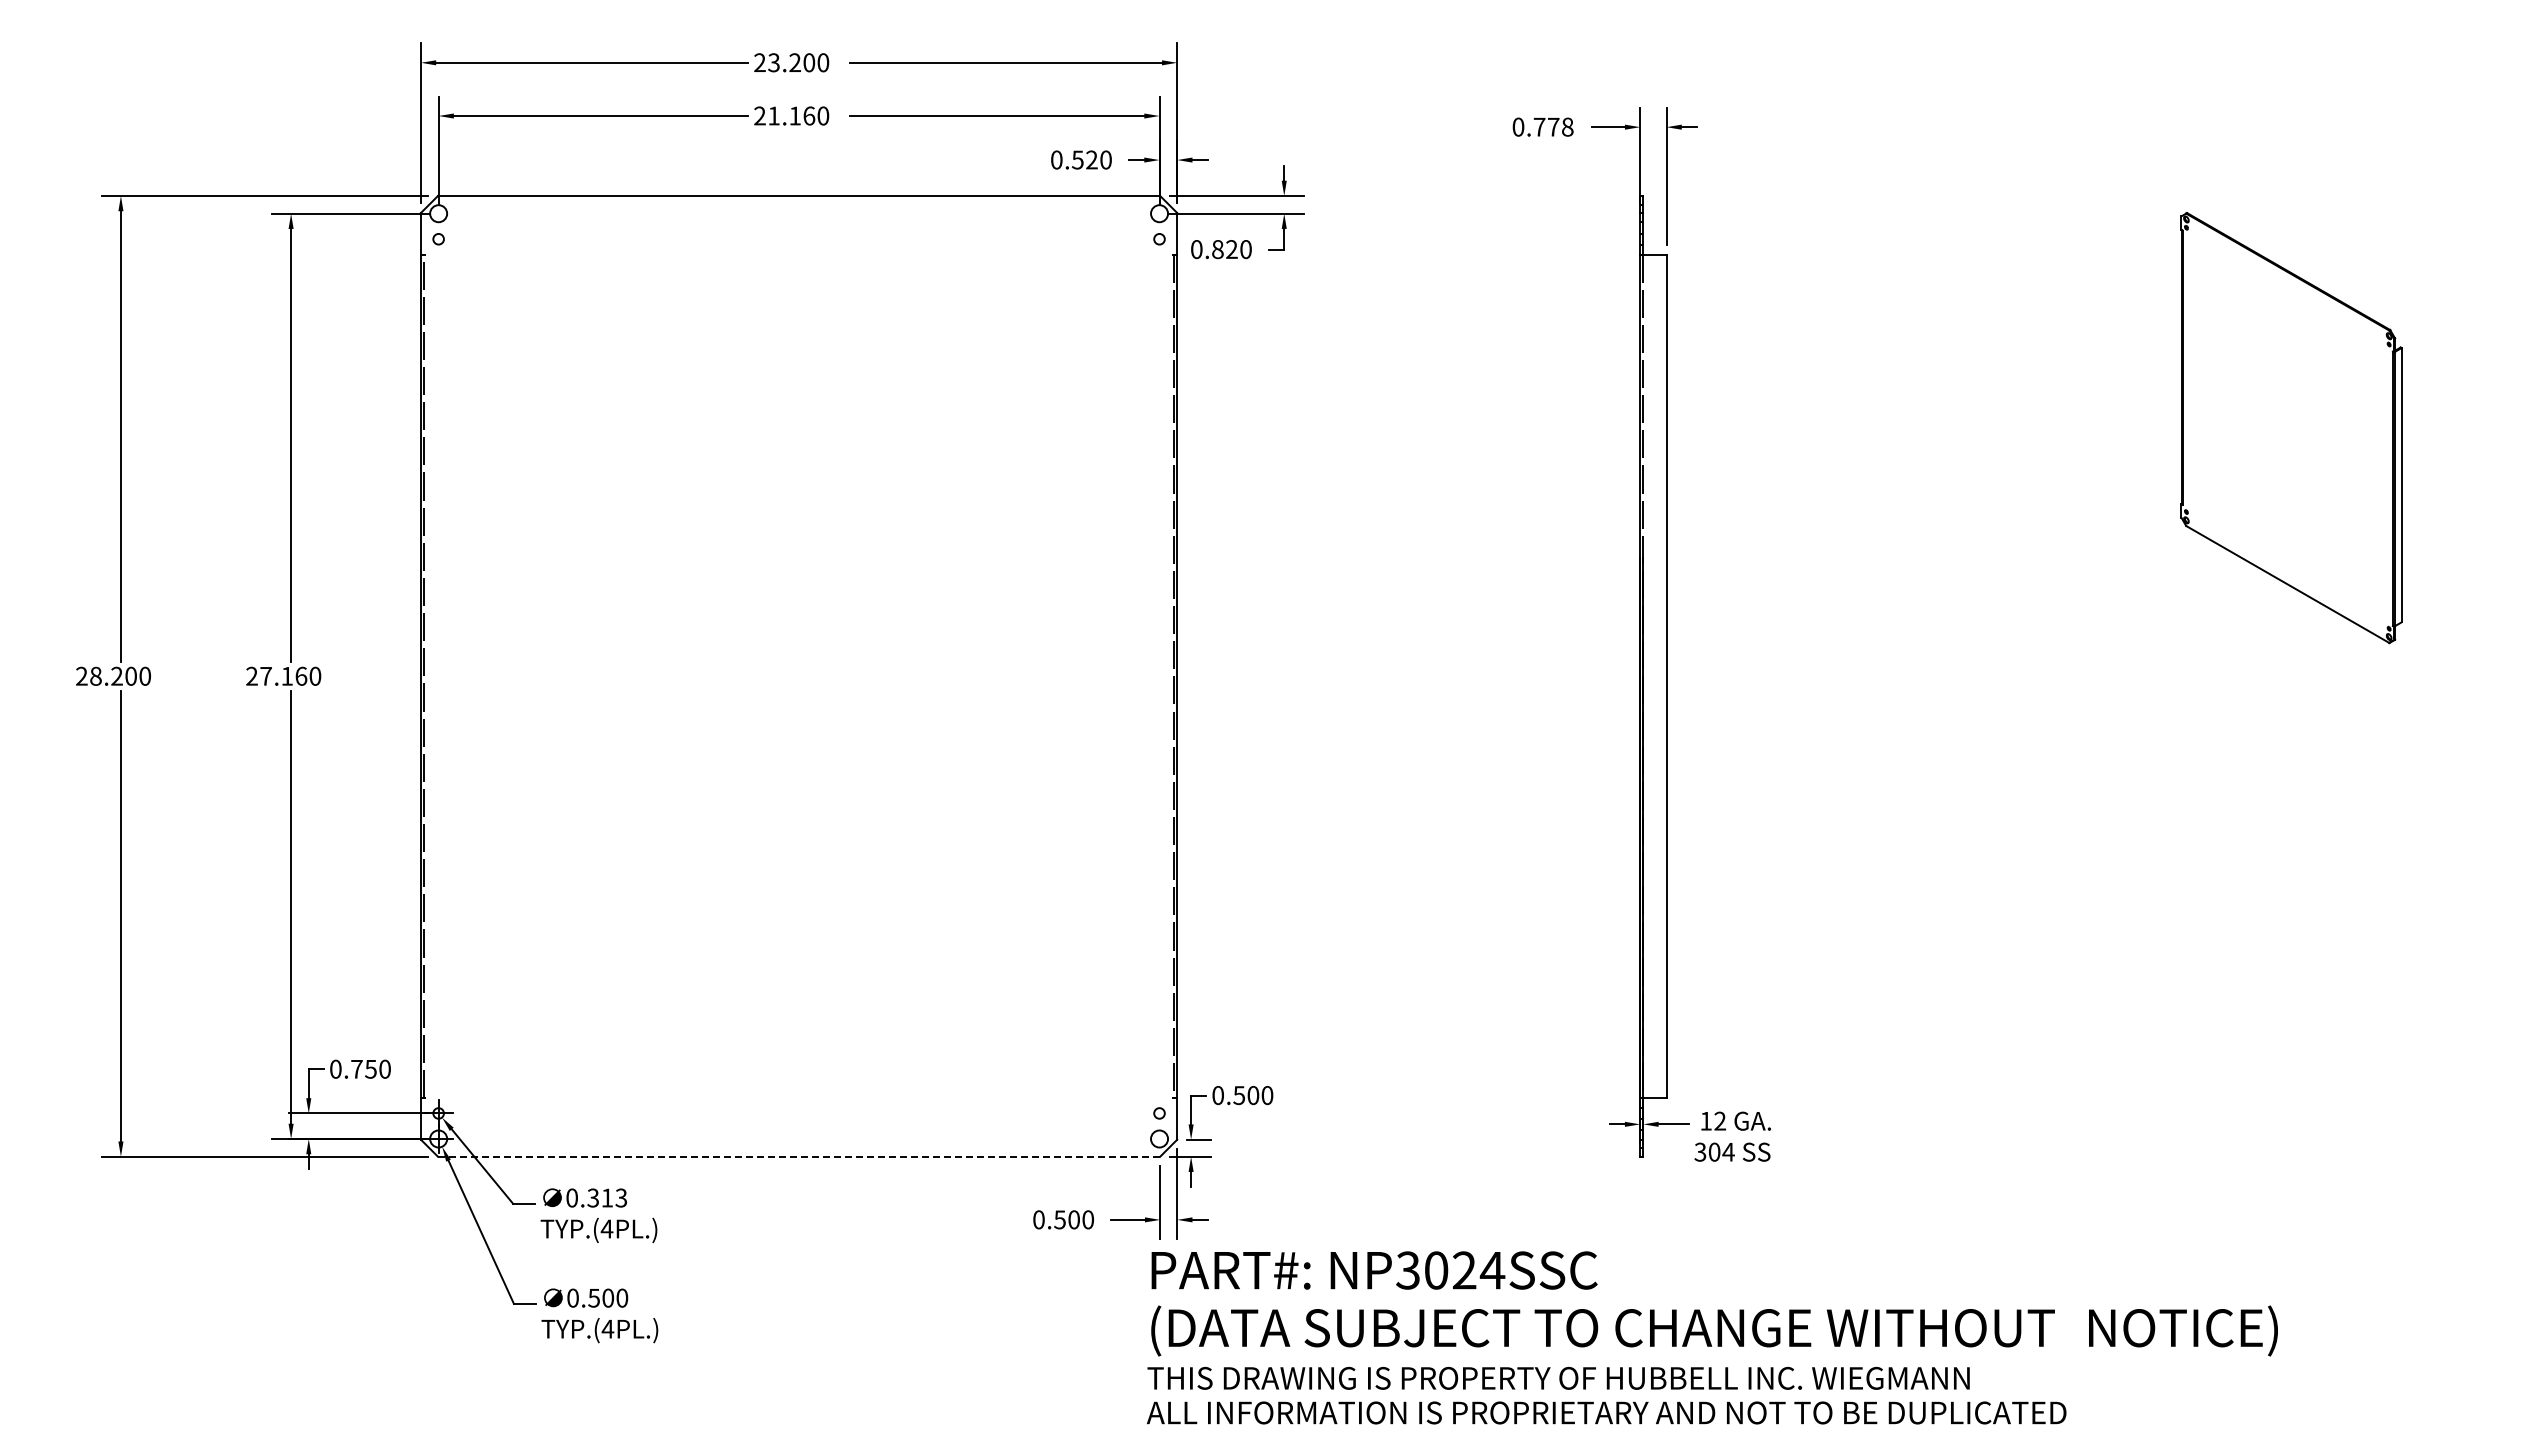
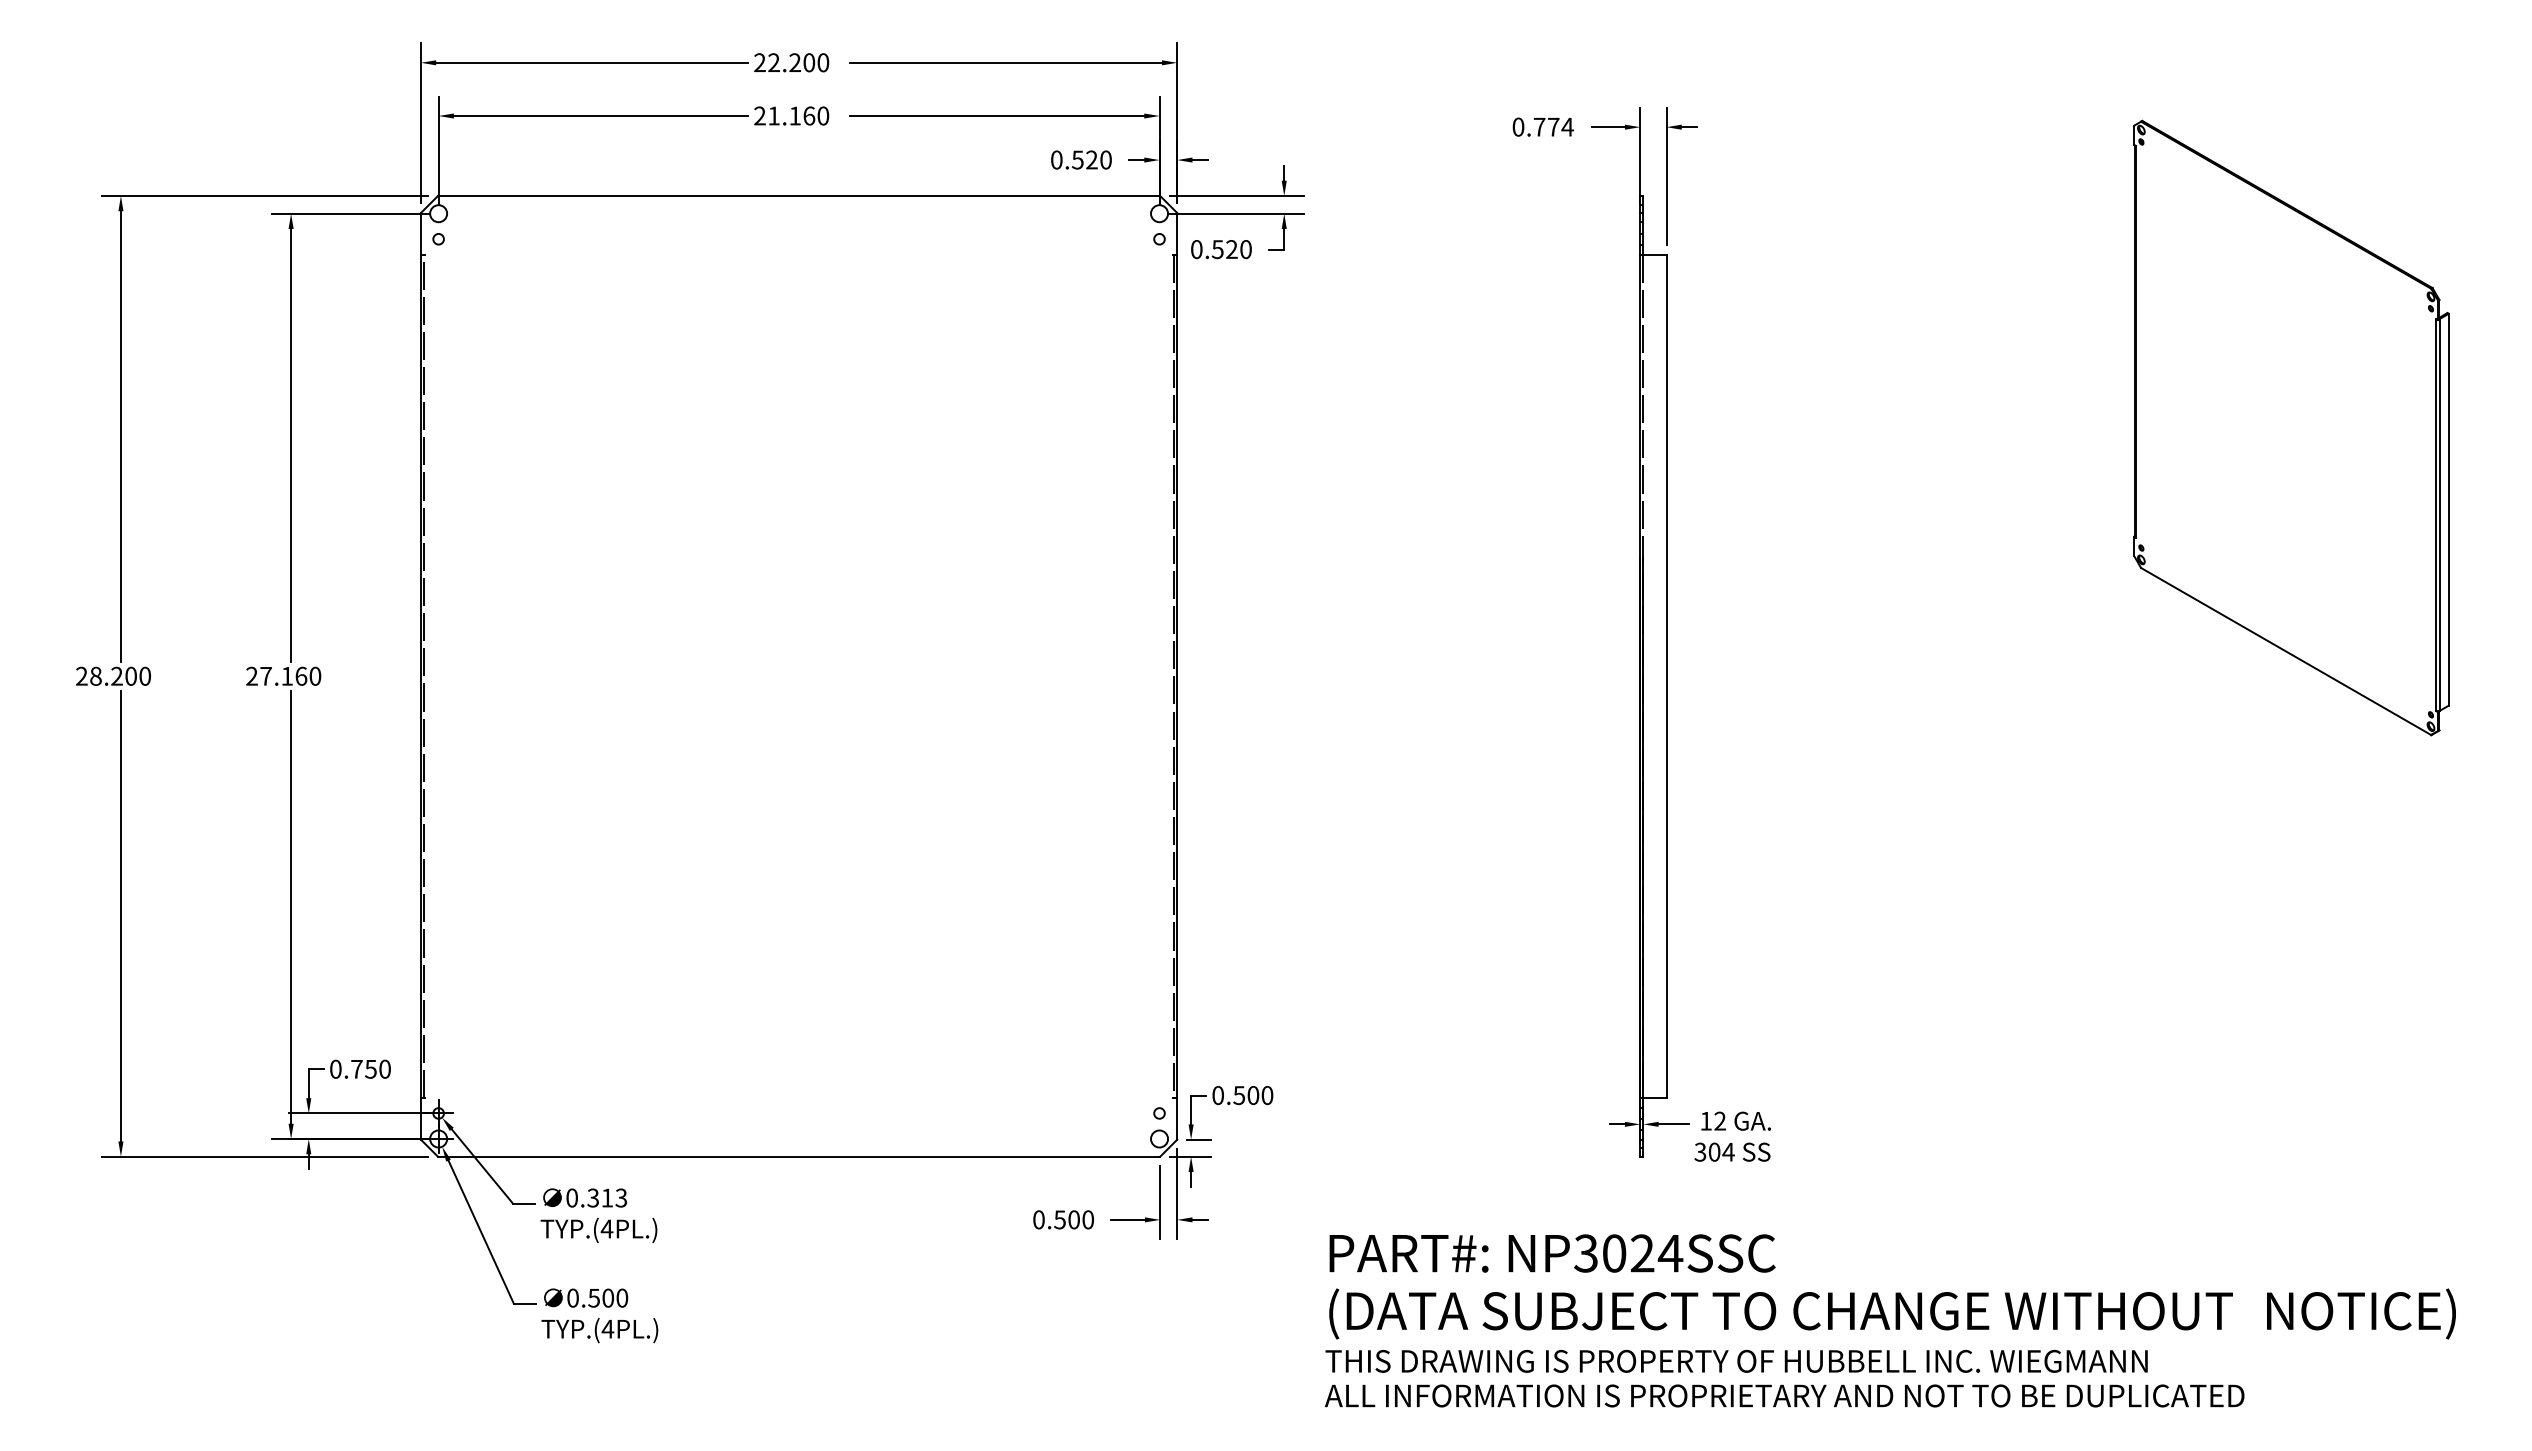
text at (773, 62): 23.200 -> 22.200
text at (1567, 126): 0.778 -> 0.774
text at (1217, 249): 0.820 -> 0.520
part at (2291, 428) size: 223x433 px -> 317x618 px
line at (798, 1156): dashed -> solid
text at (1712, 1337) position: (1712, 1337) -> (1890, 1320)
